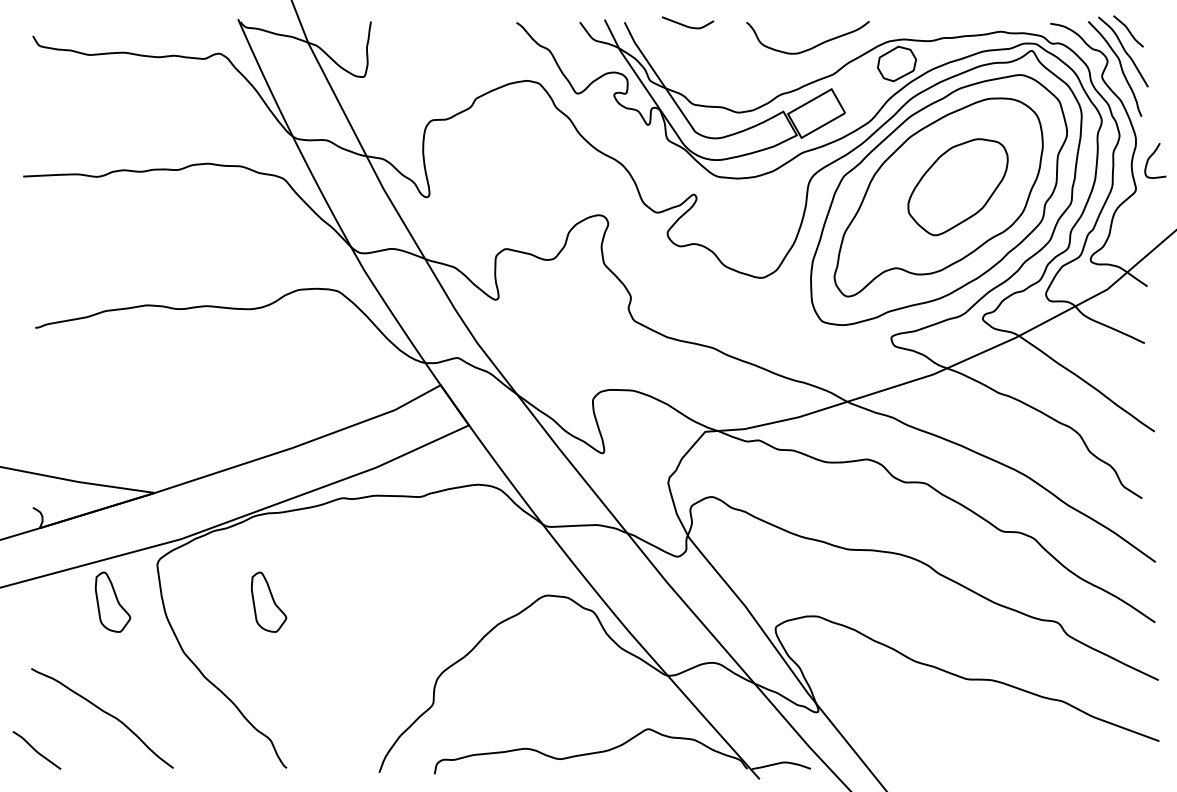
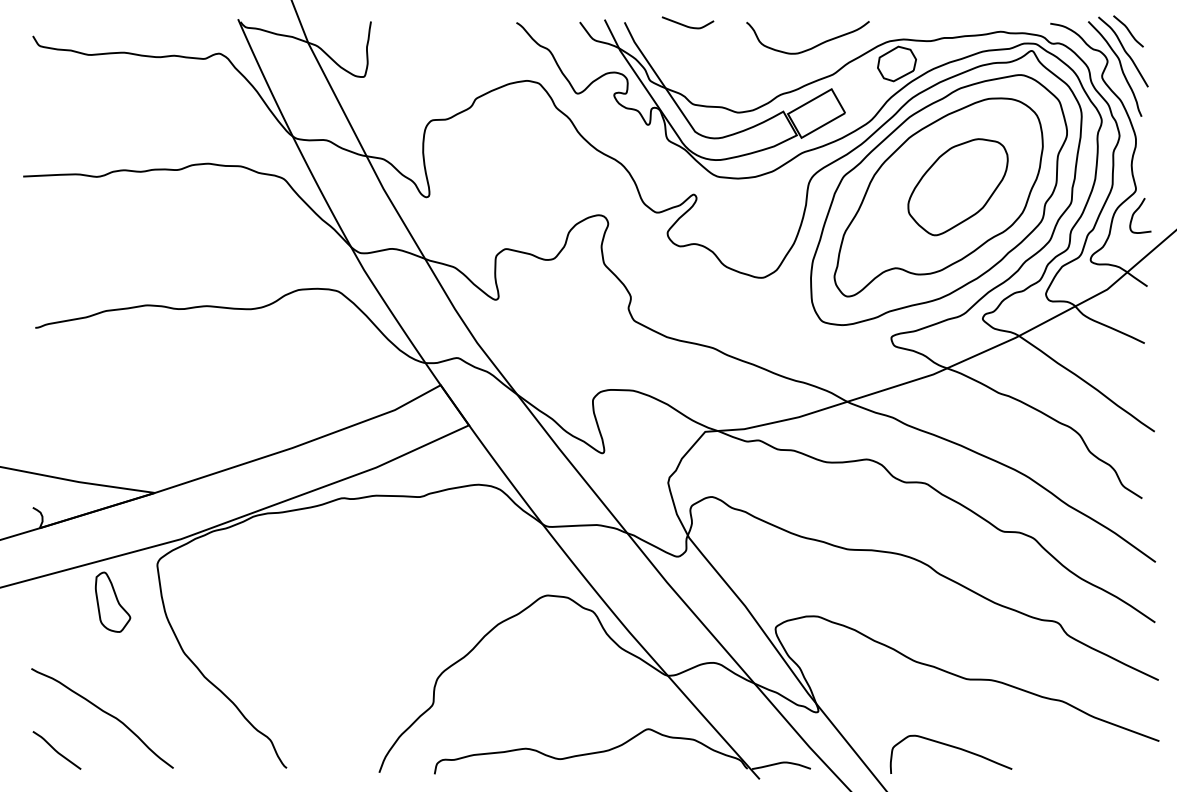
curve at (1151, 156) position: (1151, 156) -> (1136, 211)
part at (268, 601): present -> none
curve at (951, 747): none -> present
curve at (36, 750) position: (36, 750) -> (56, 750)
